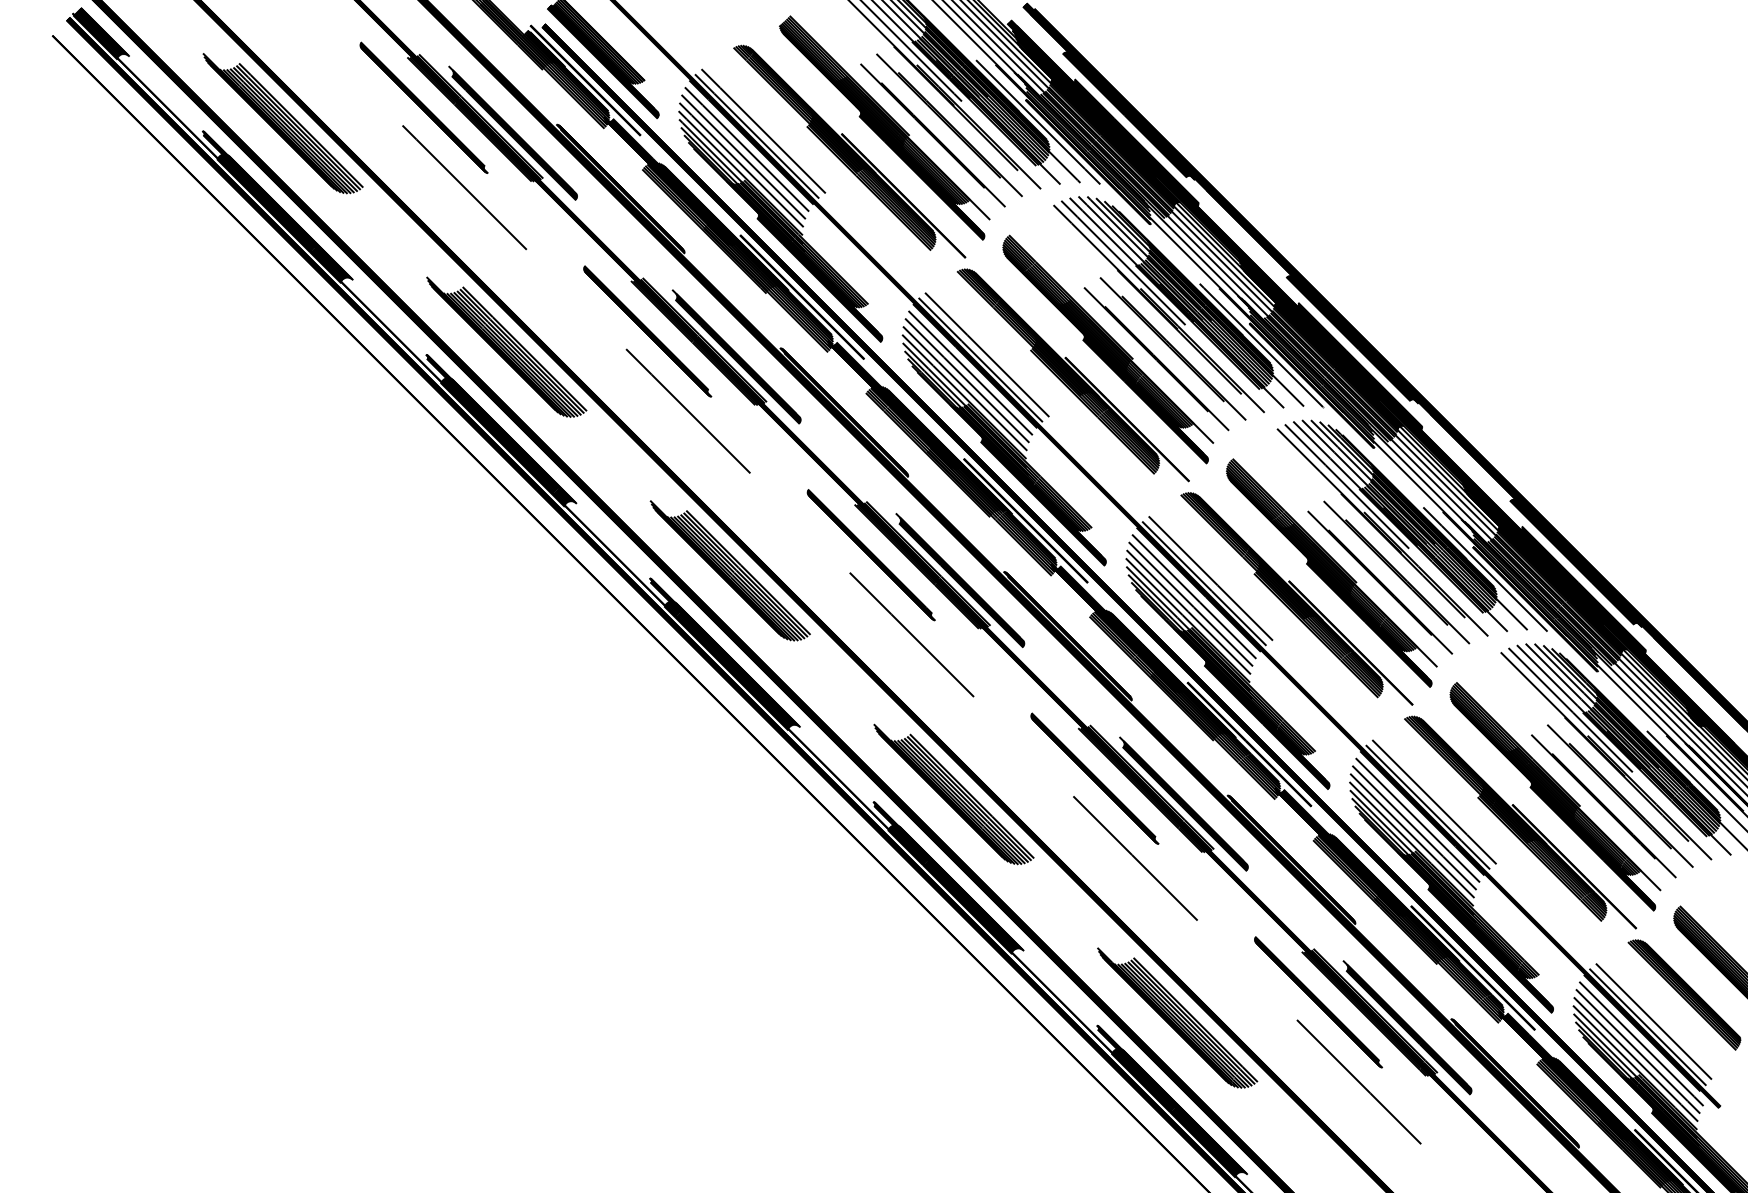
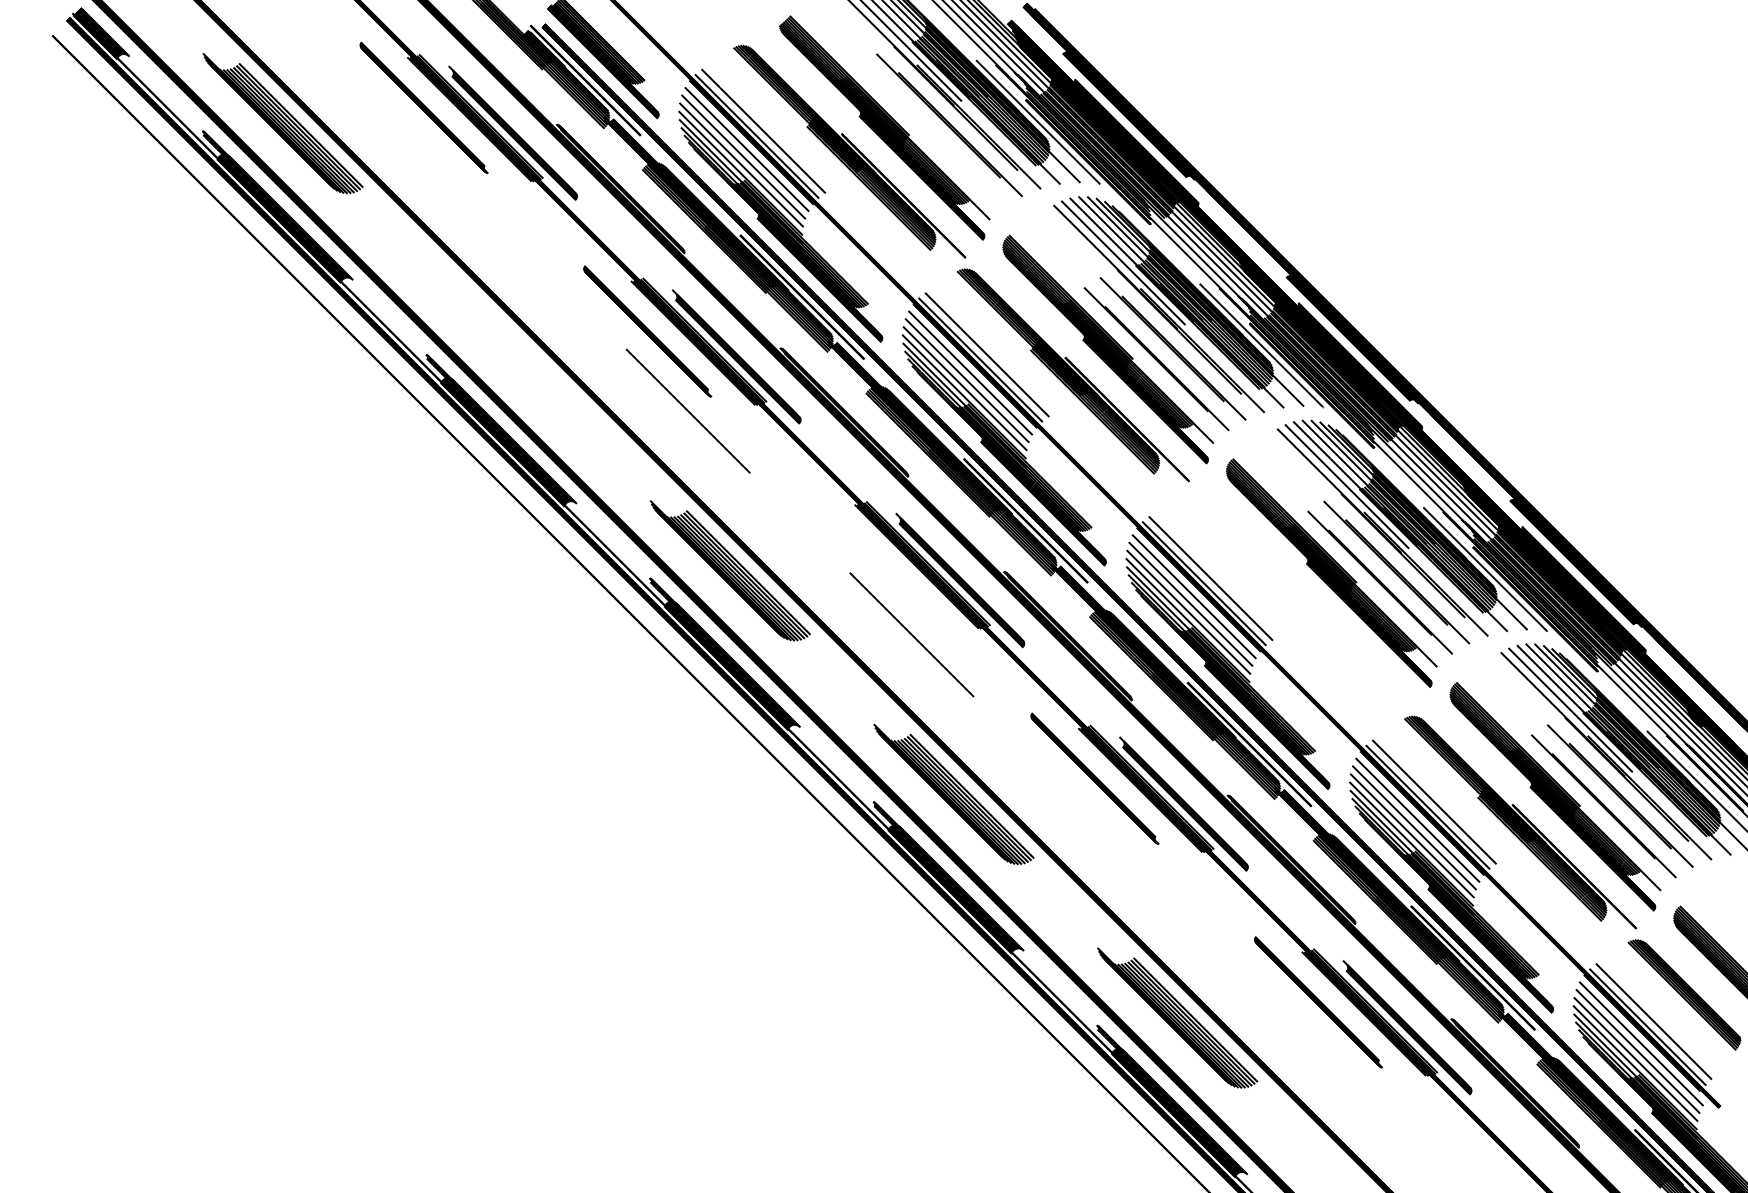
line at (932, 135): present -> none
line at (464, 187): present -> none
part at (506, 346): present -> none
part at (870, 555): present -> none
part at (1296, 598): present -> none
line at (1135, 858): present -> none
line at (1358, 1081): present -> none
